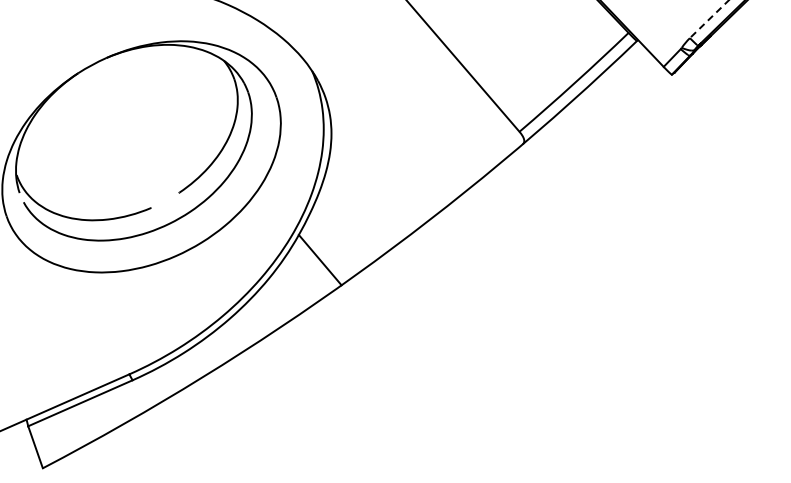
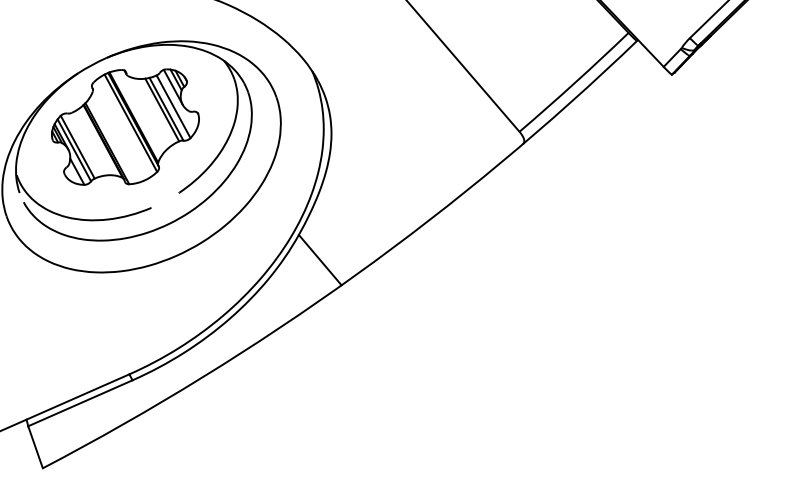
line at (709, 19): dashed -> solid
part at (125, 126): none -> present
